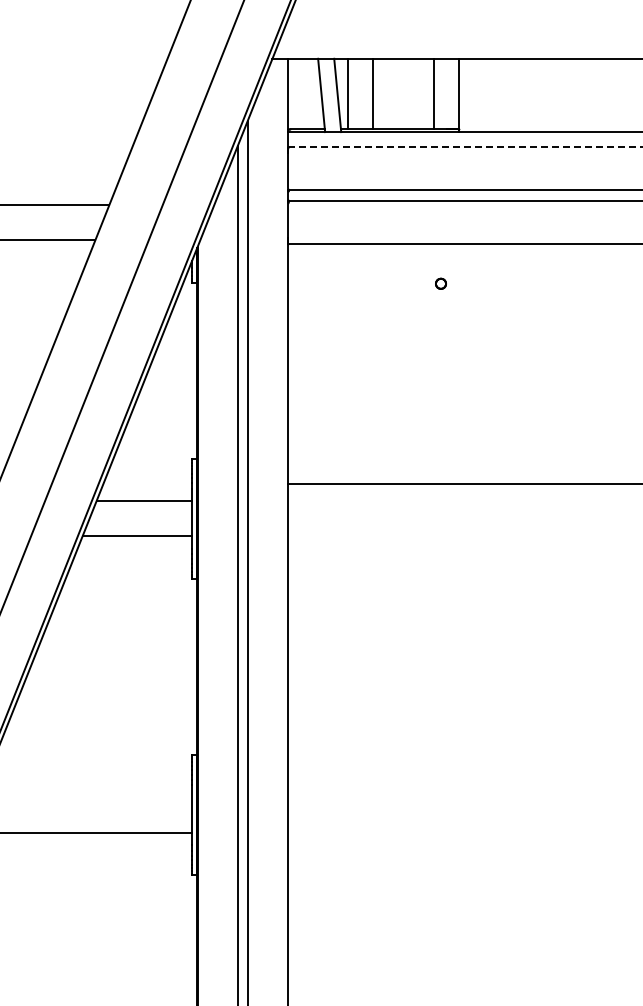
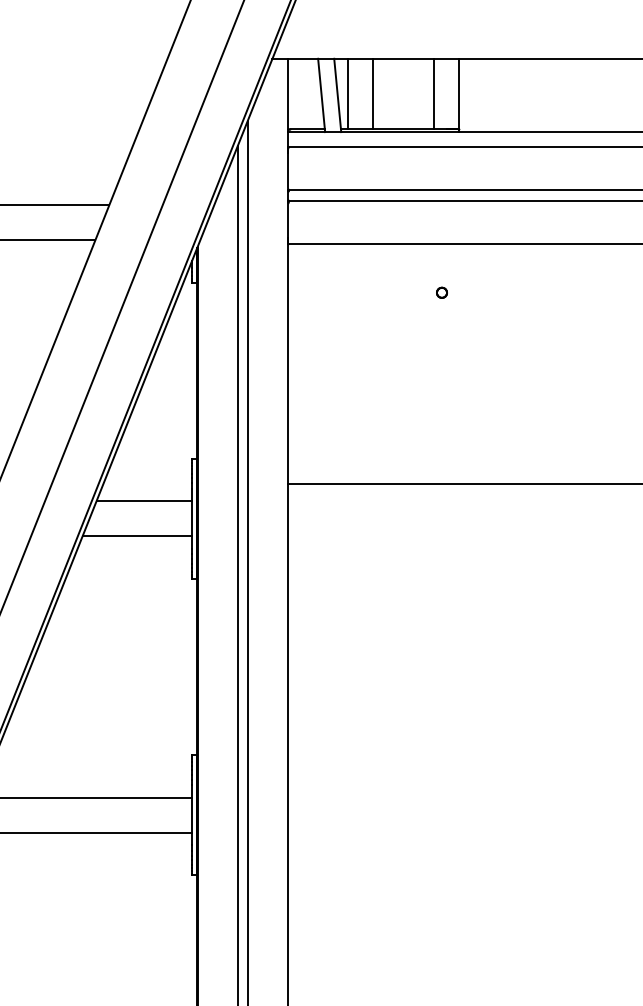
line at (465, 147): dashed -> solid
part at (440, 283) position: (440, 283) -> (441, 292)
line at (97, 797): none -> present
